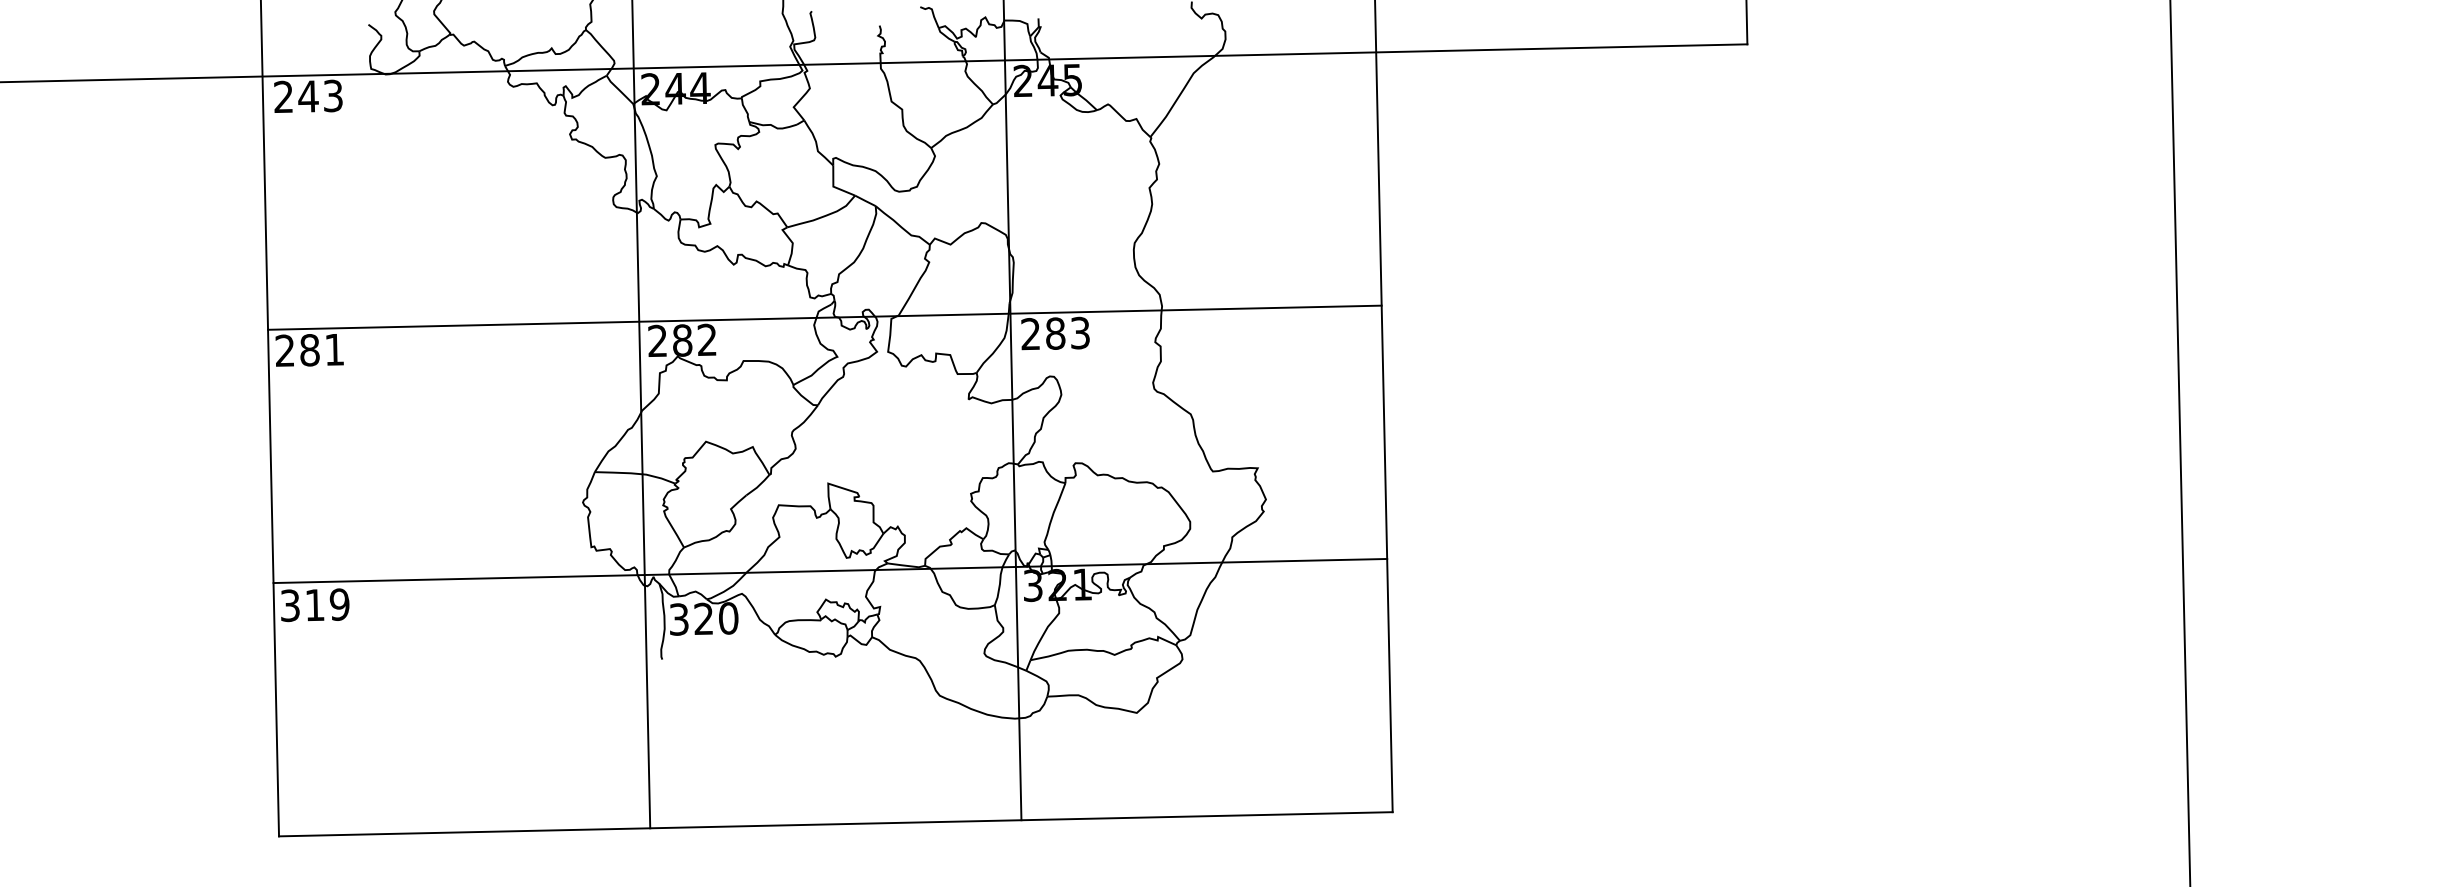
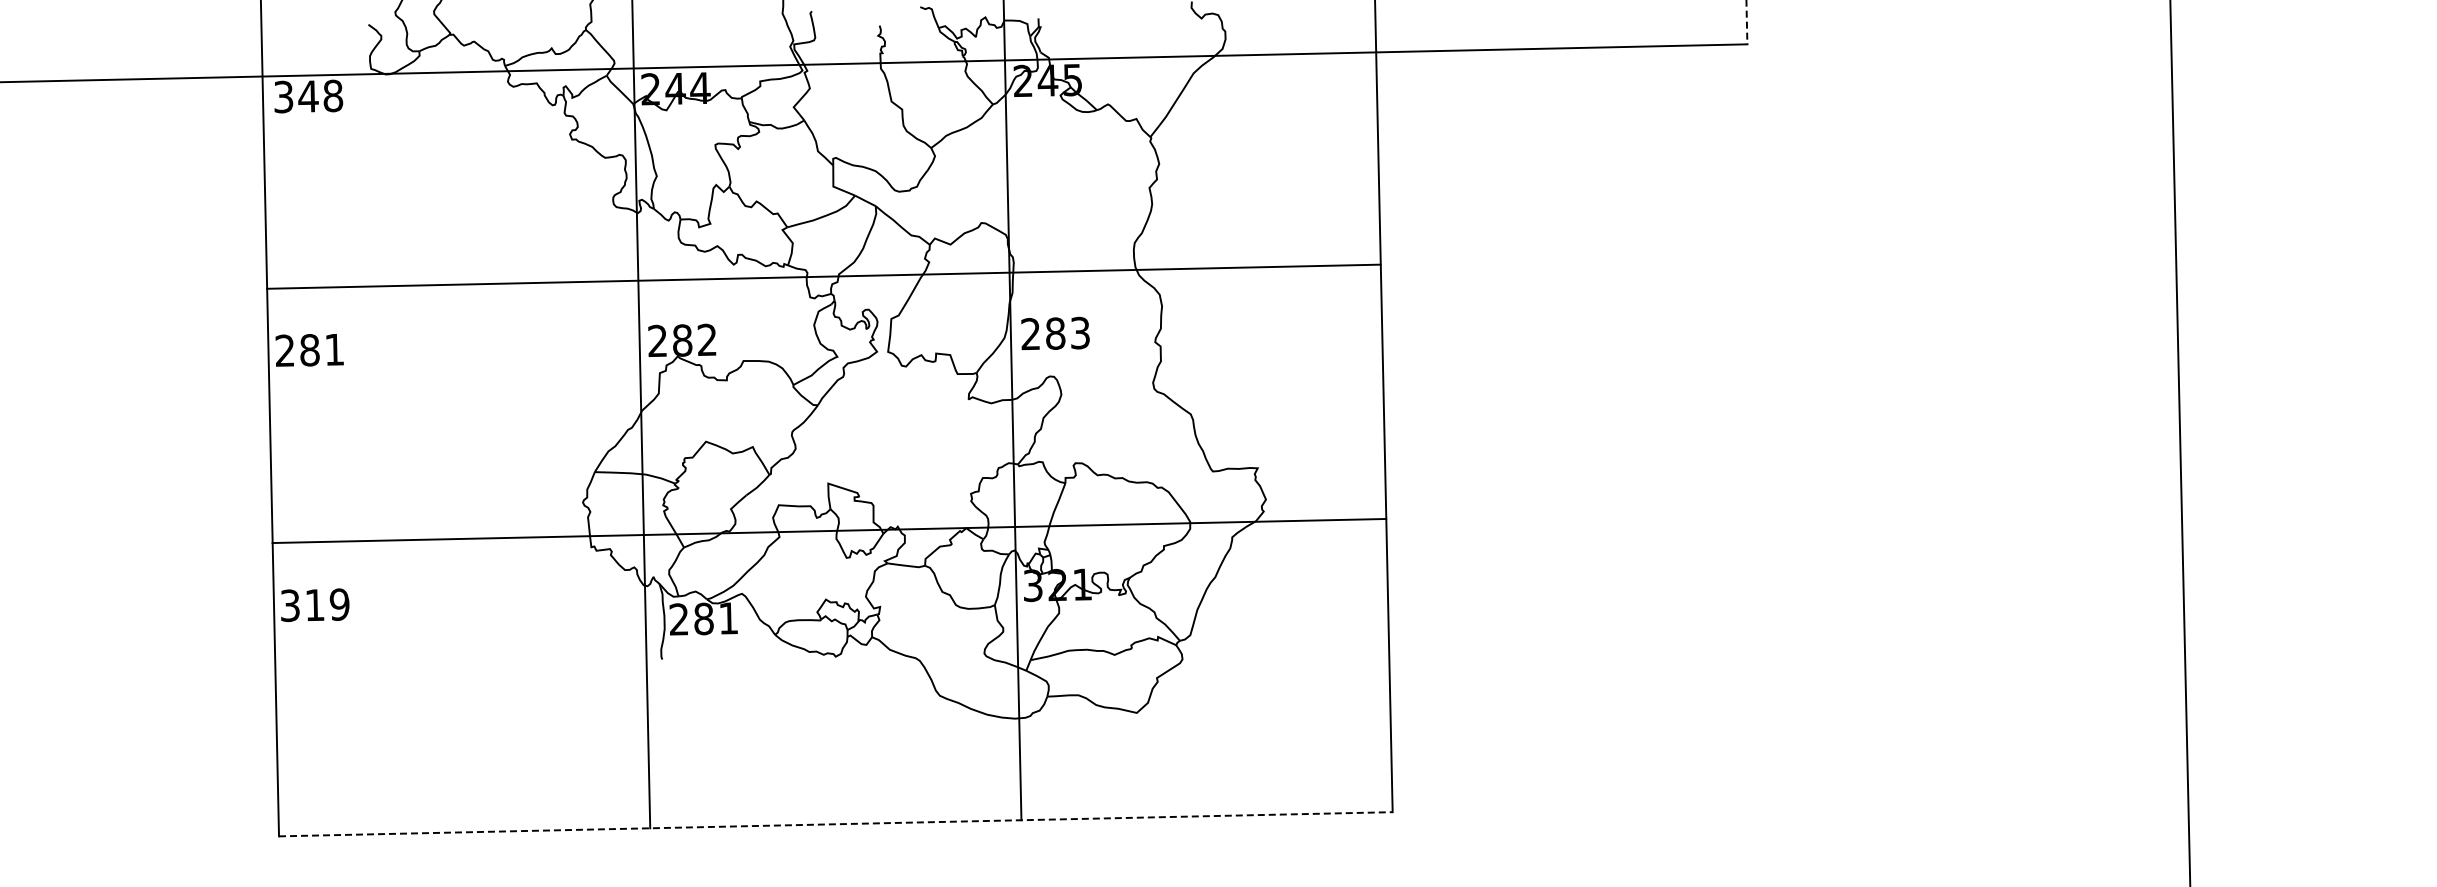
line at (1746, 22): solid -> dashed
text at (308, 96): 243 -> 348
line at (824, 317) position: (824, 317) -> (823, 276)
line at (830, 570) position: (830, 570) -> (829, 530)
text at (703, 618): 320 -> 281
line at (835, 824): solid -> dashed
